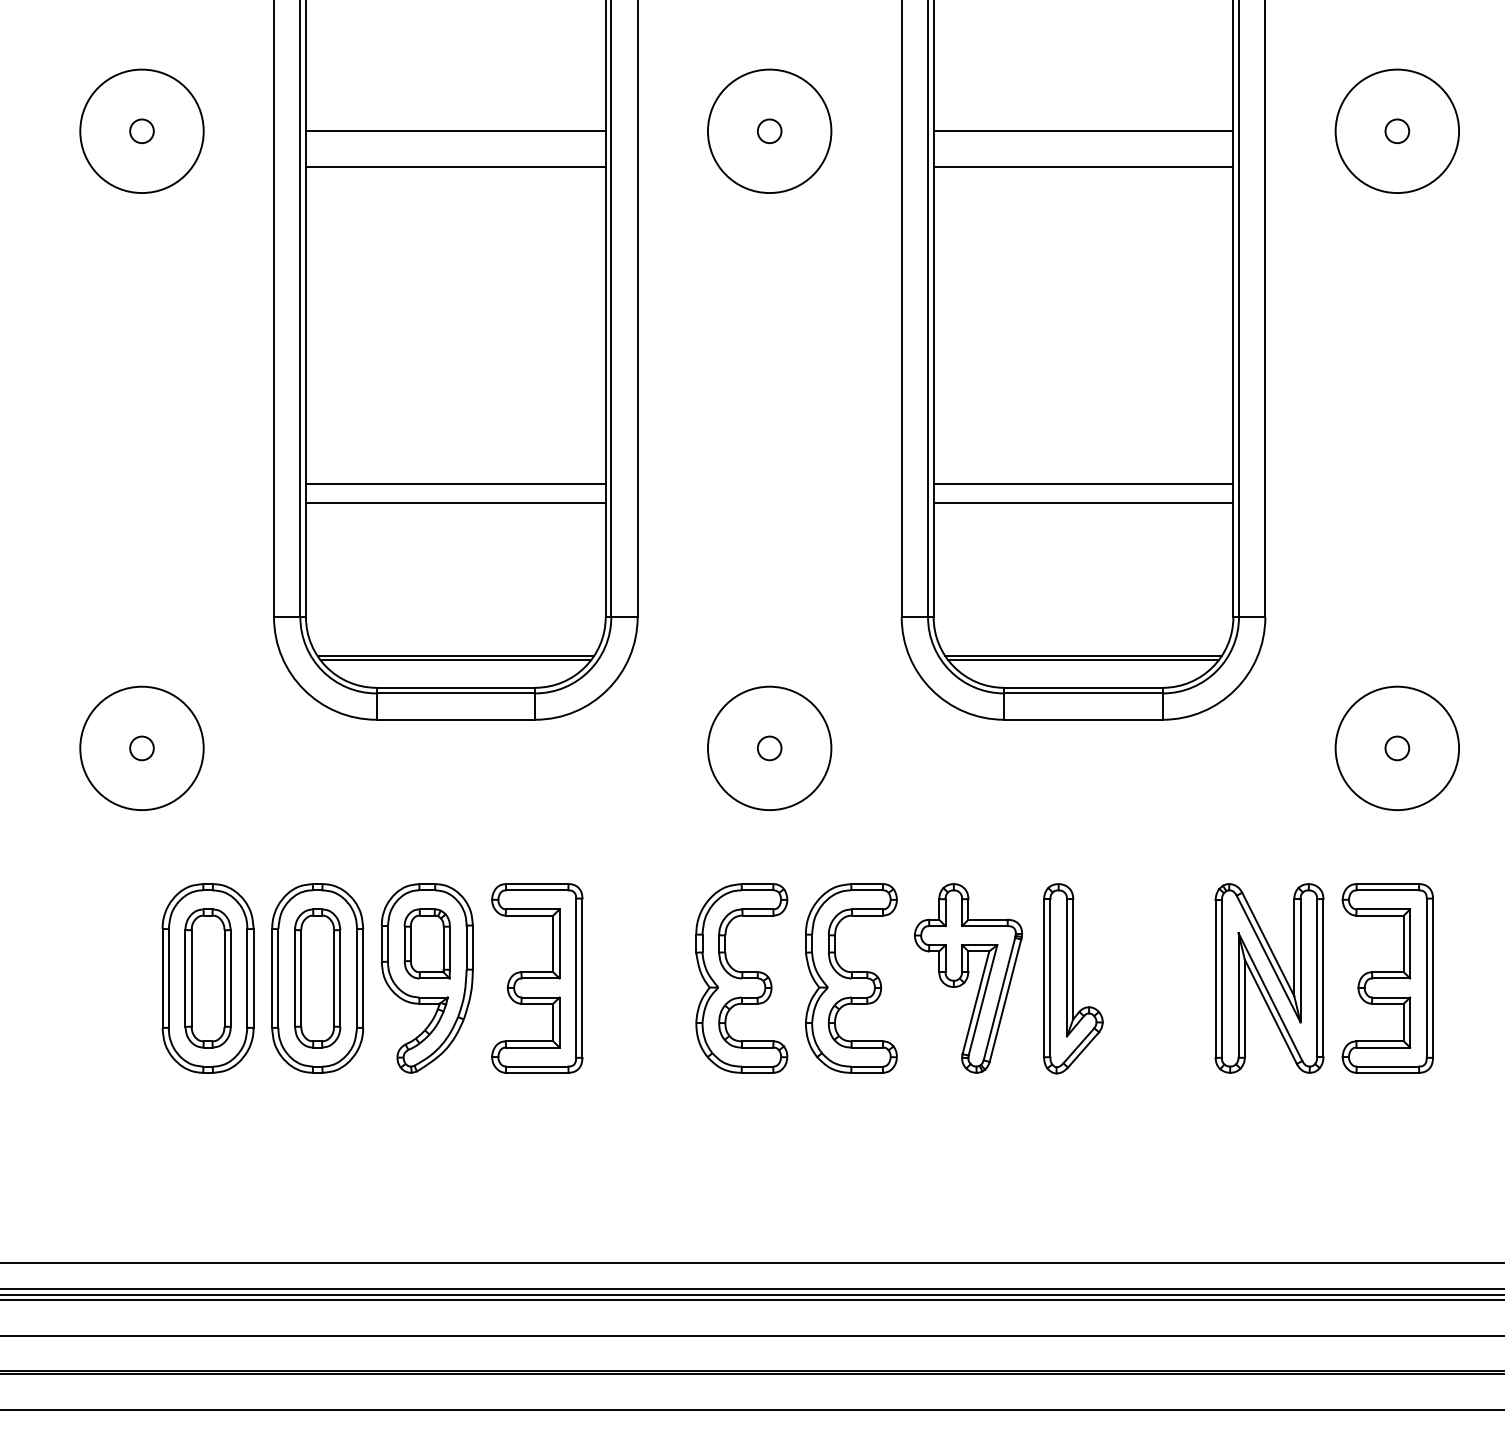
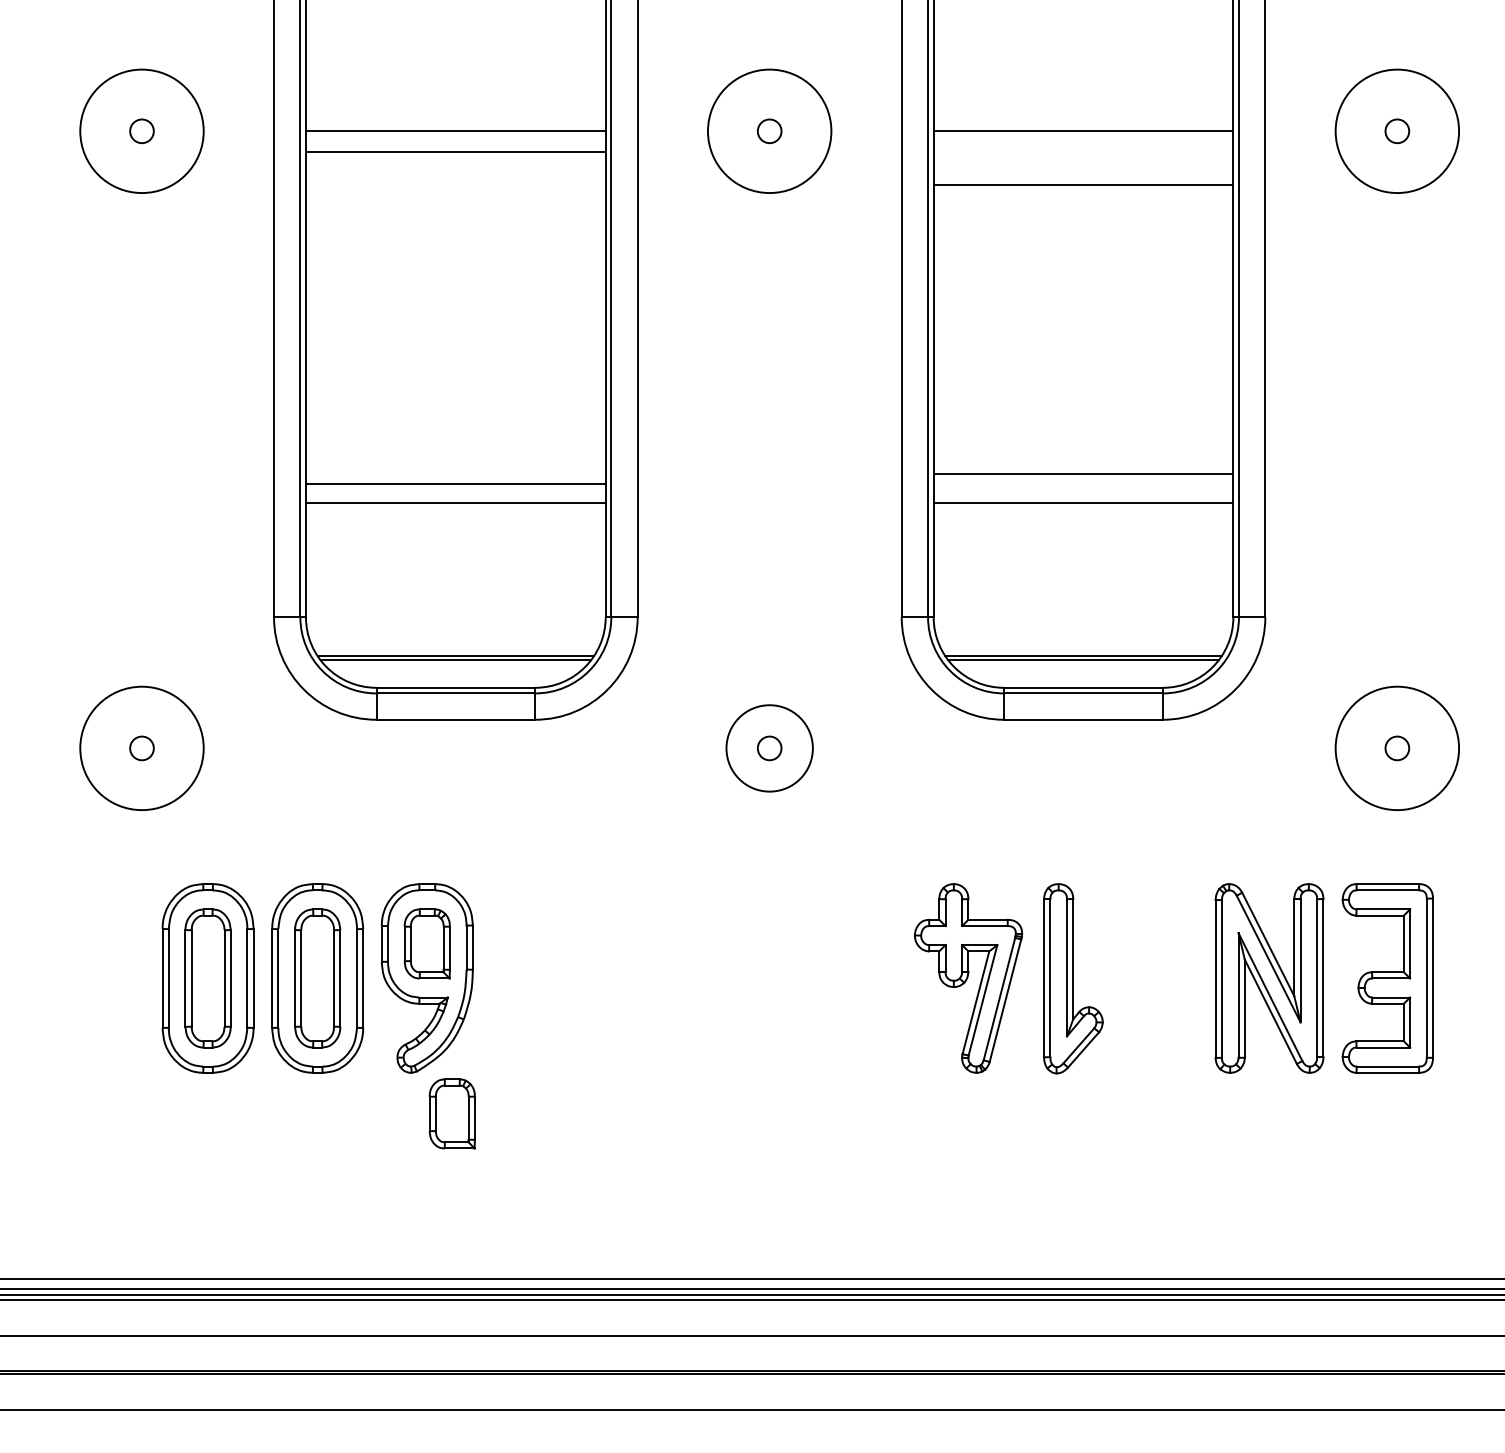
line at (455, 166) position: (455, 166) -> (455, 151)
line at (1083, 166) position: (1083, 166) -> (1083, 184)
line at (1083, 483) position: (1083, 483) -> (1083, 473)
circle at (769, 748) diameter: 123 px -> 86 px
part at (537, 978): present -> none
part at (741, 978): present -> none
part at (851, 978): present -> none
part at (451, 1113): none -> present
line at (751, 1263) position: (751, 1263) -> (751, 1279)
